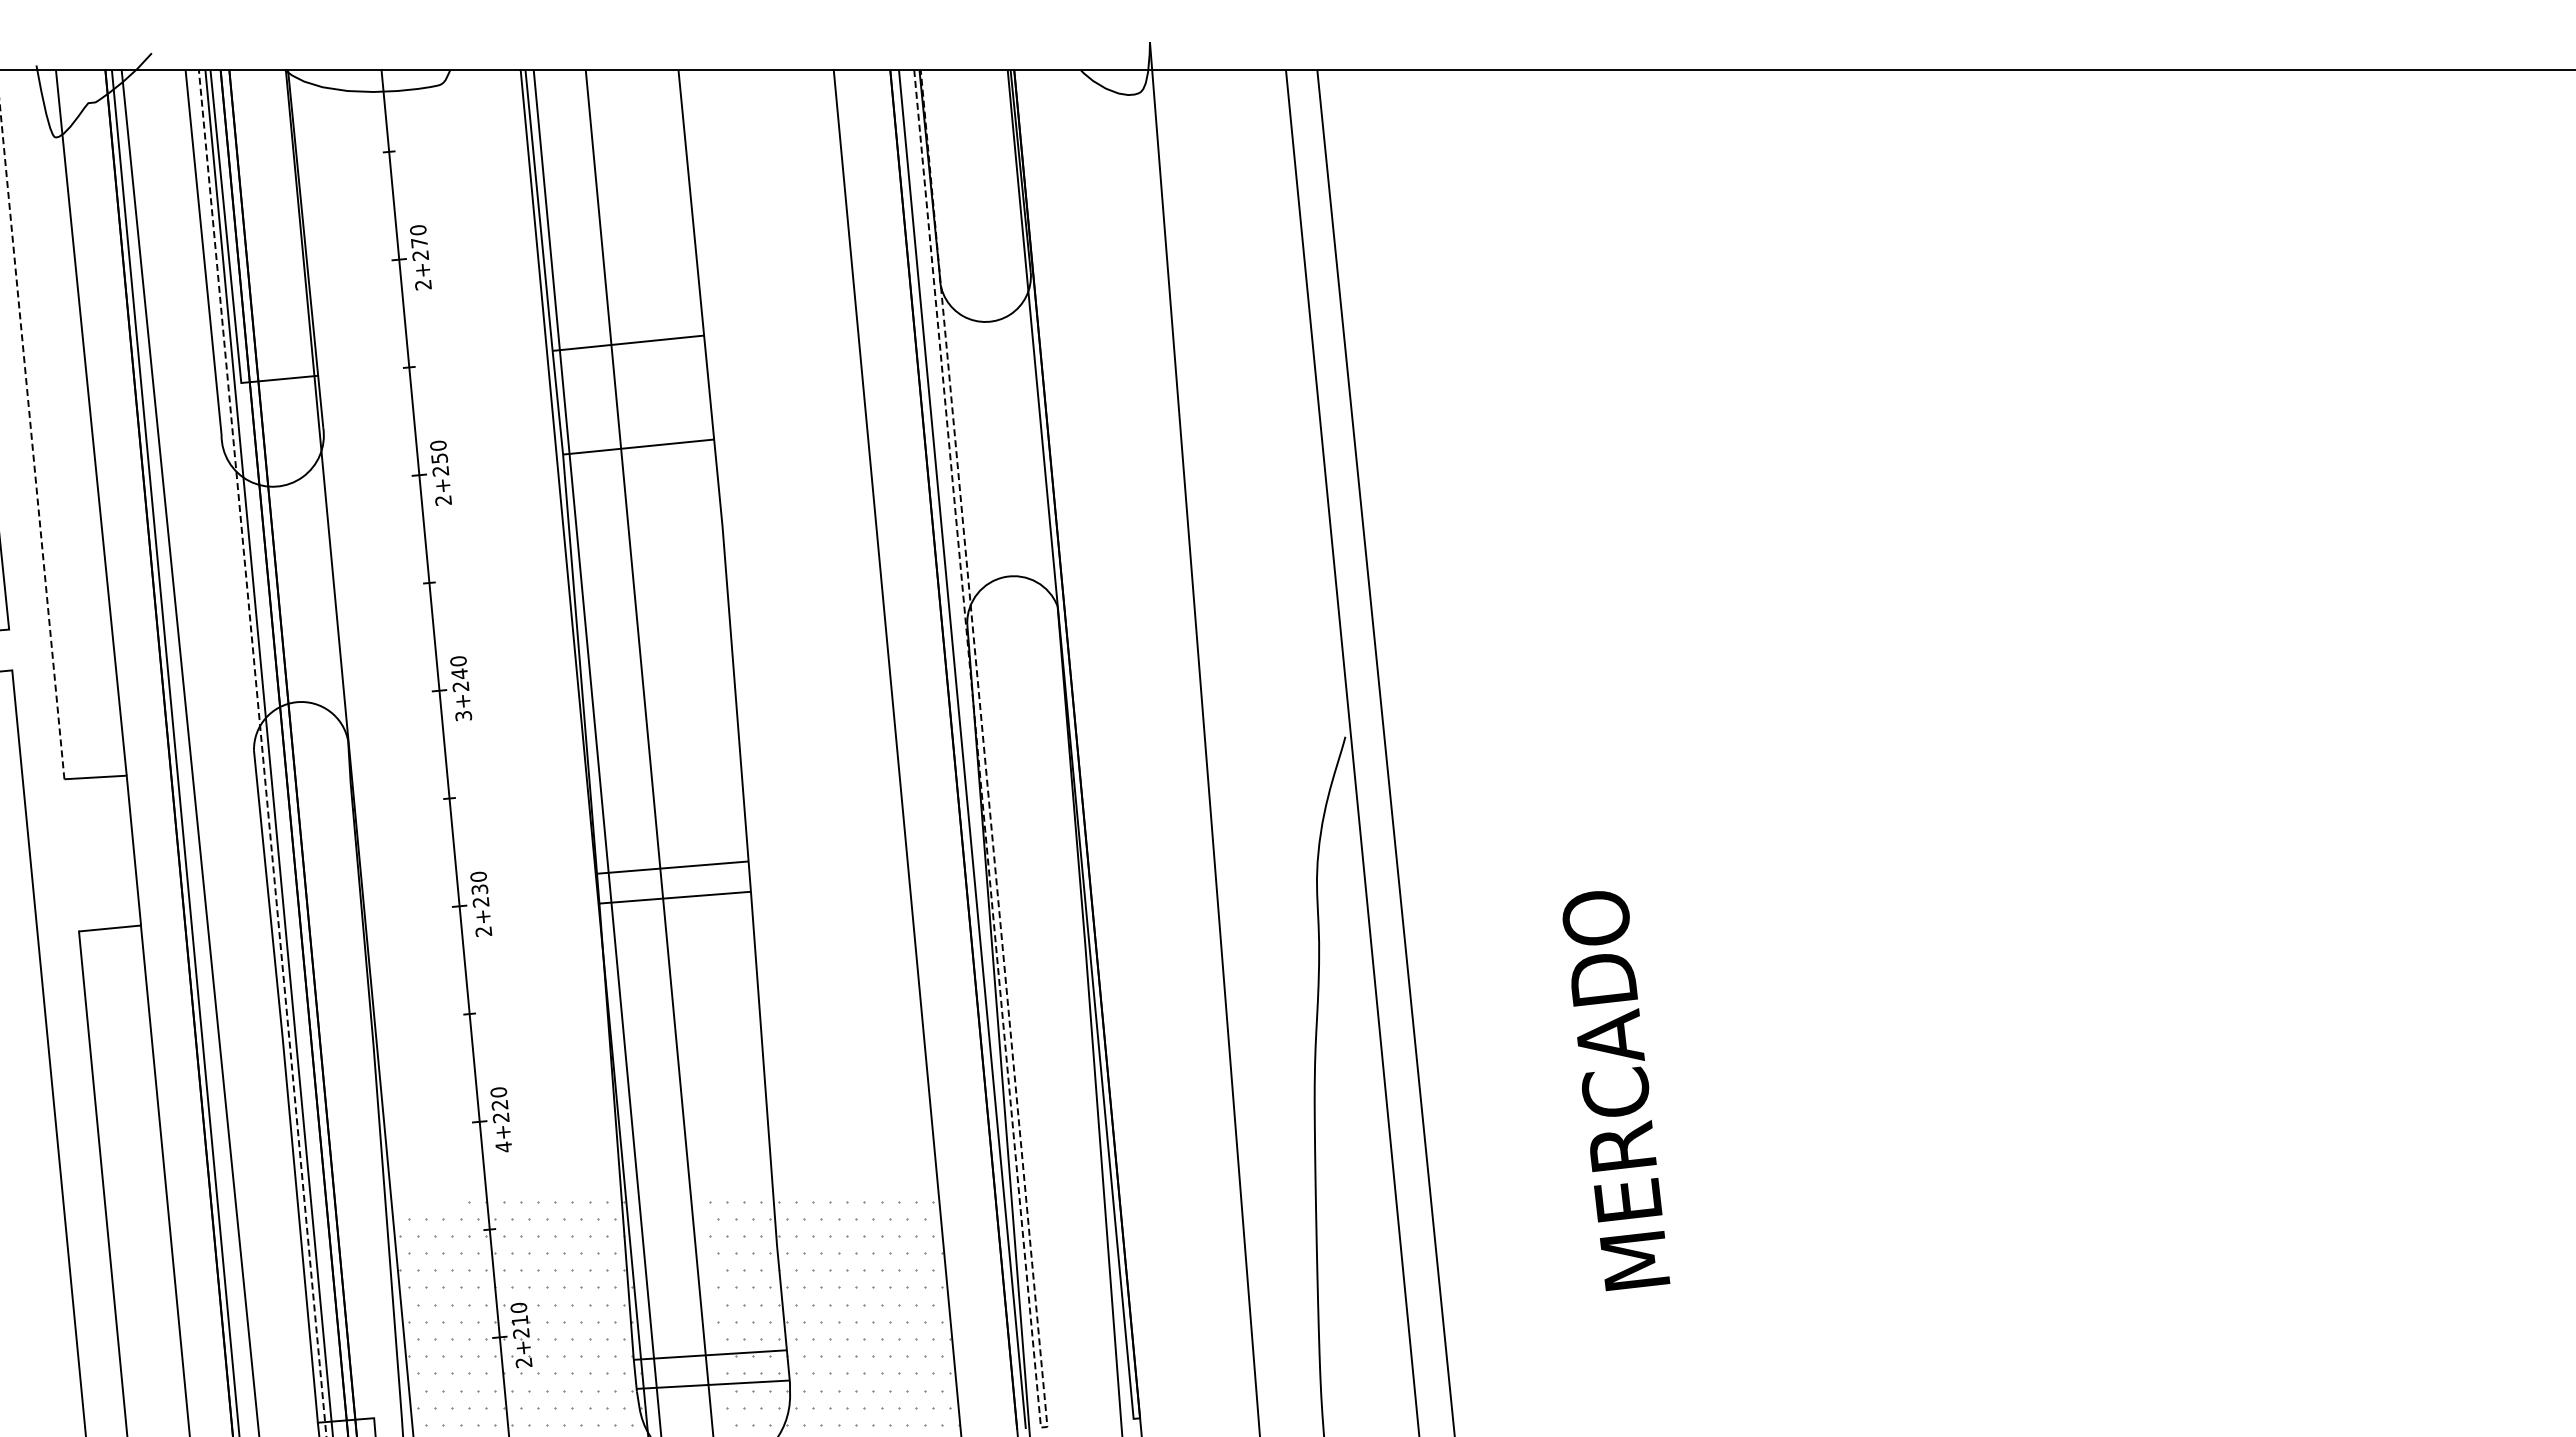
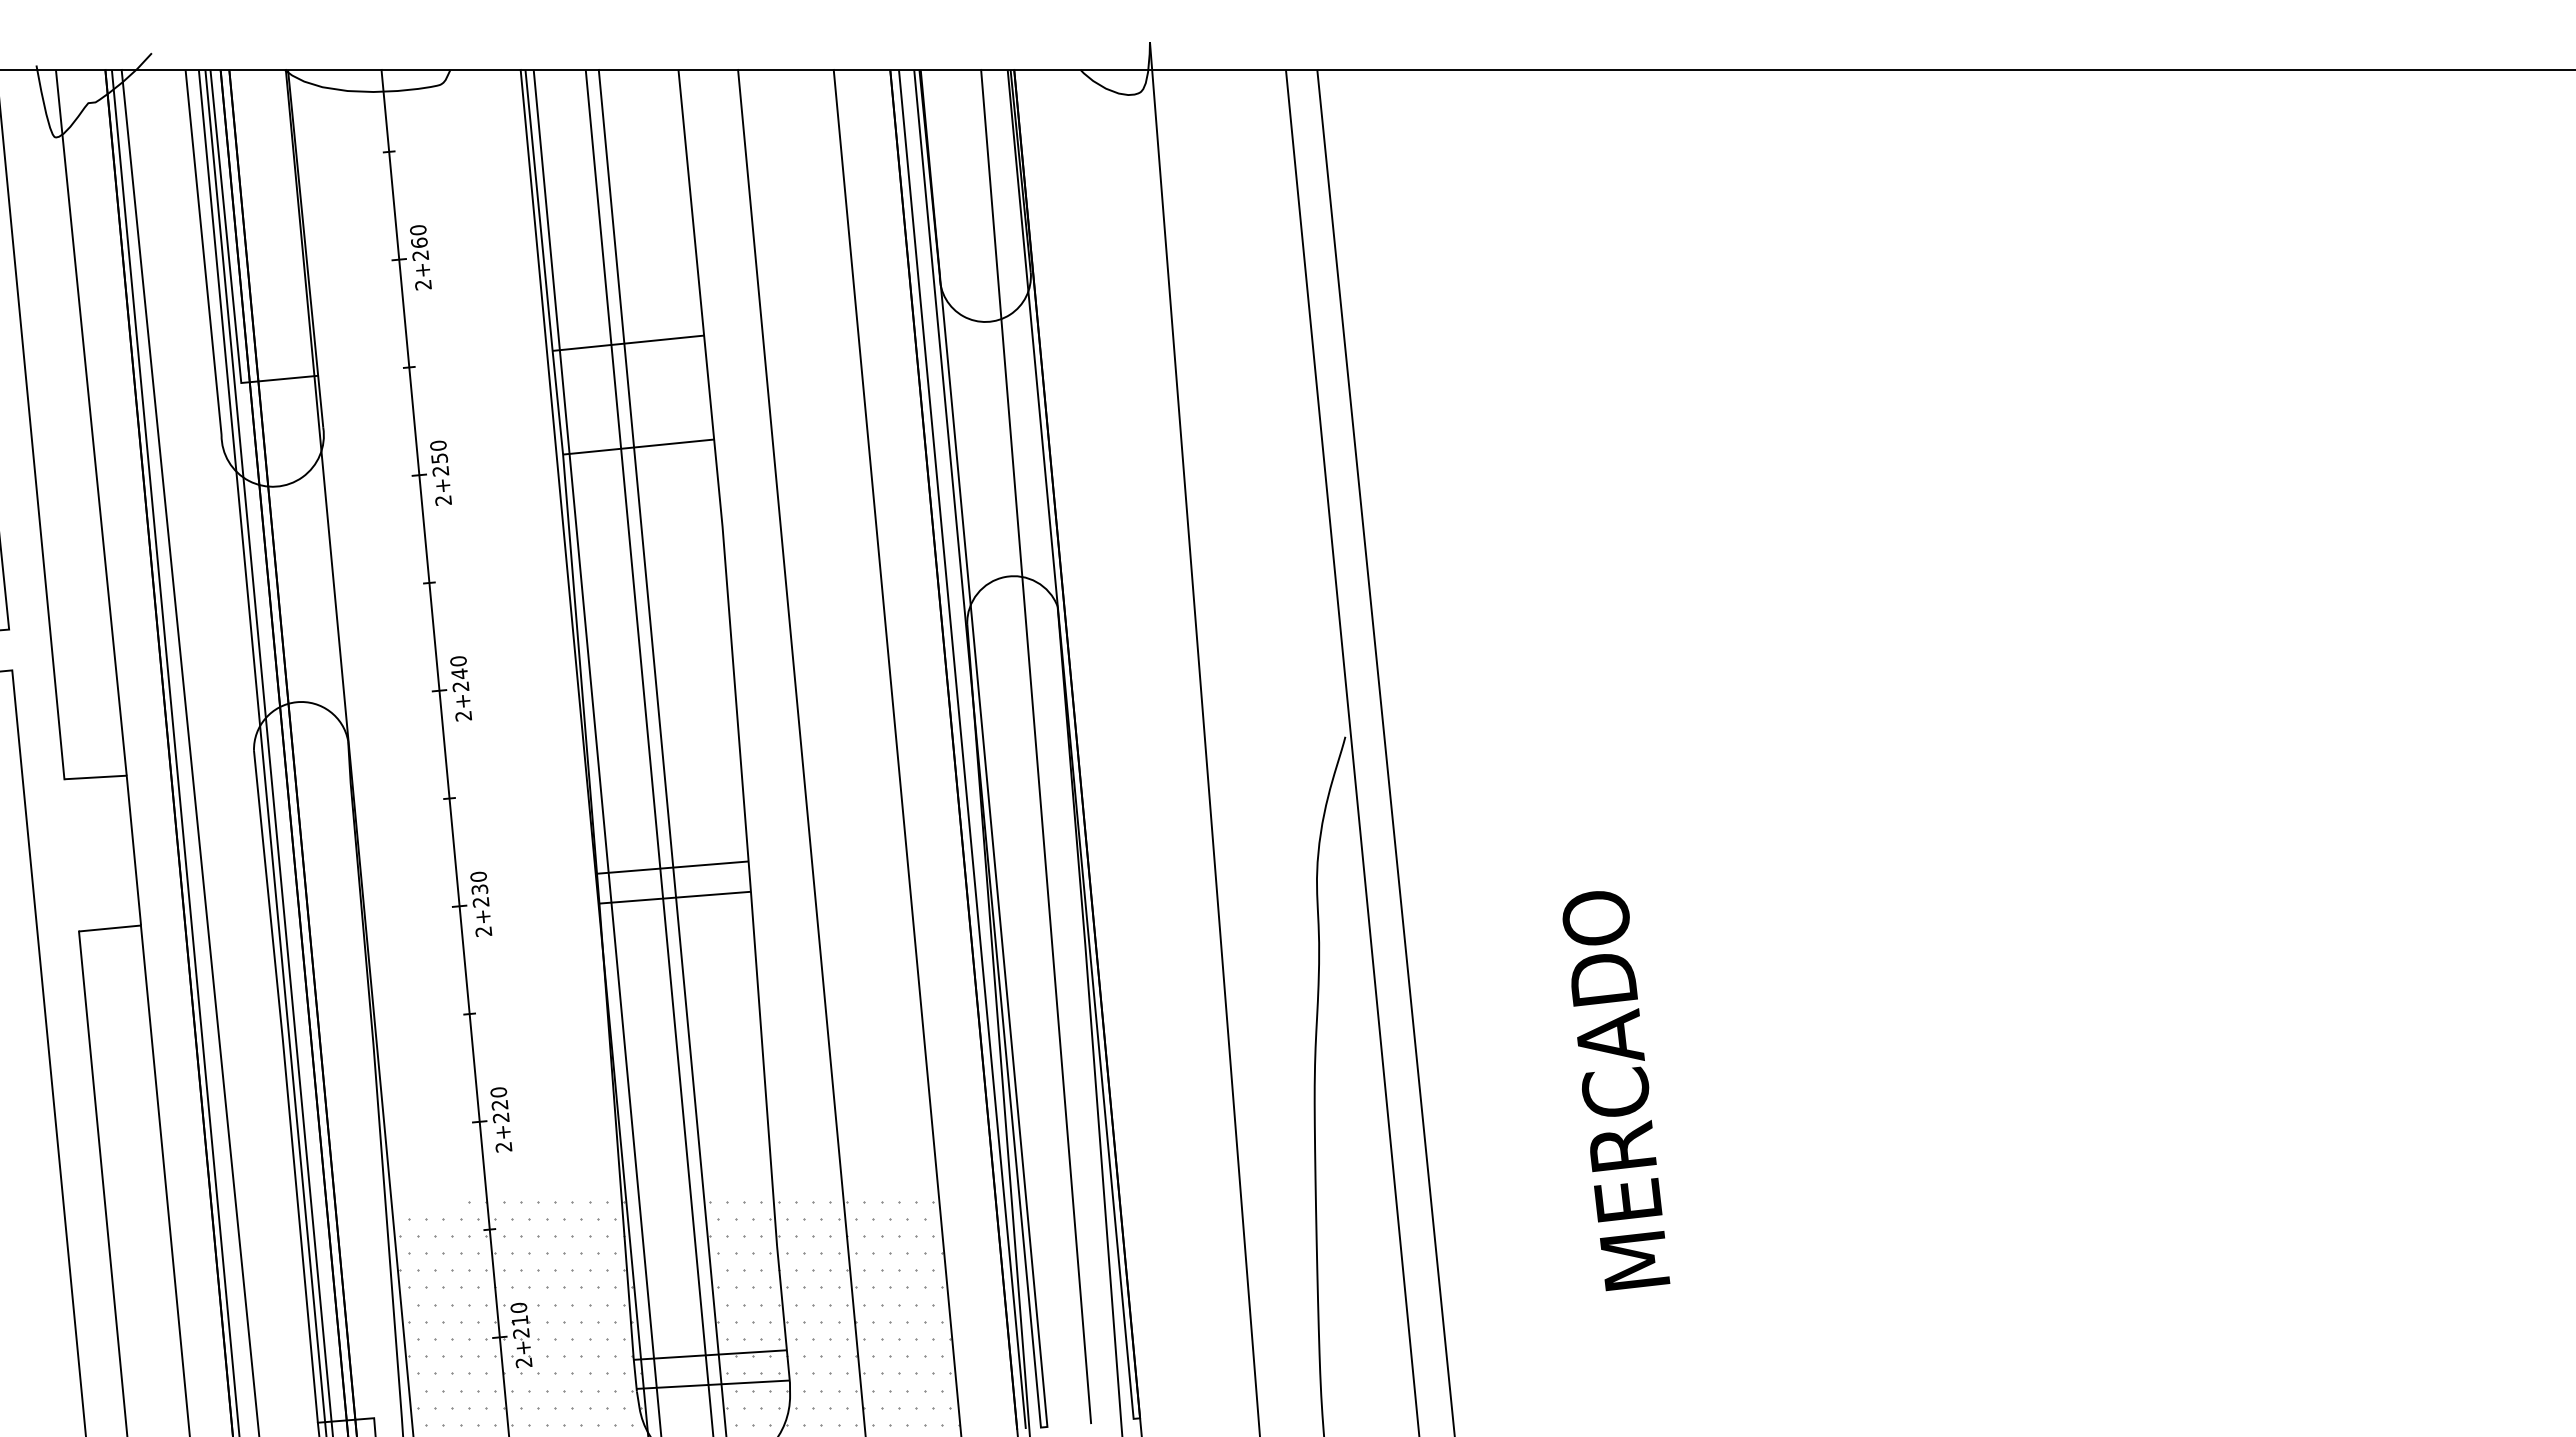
text at (419, 242): 2+270 -> 2+260
line at (32, 443): dashed -> solid
text at (463, 716): 3+240 -> 2+240
line at (1036, 746): none -> present
line at (662, 751): none -> present
line at (801, 751): none -> present
line at (262, 752): dashed -> solid
text at (503, 1146): 4+220 -> 2+220
line at (1043, 1427): dashed -> solid
